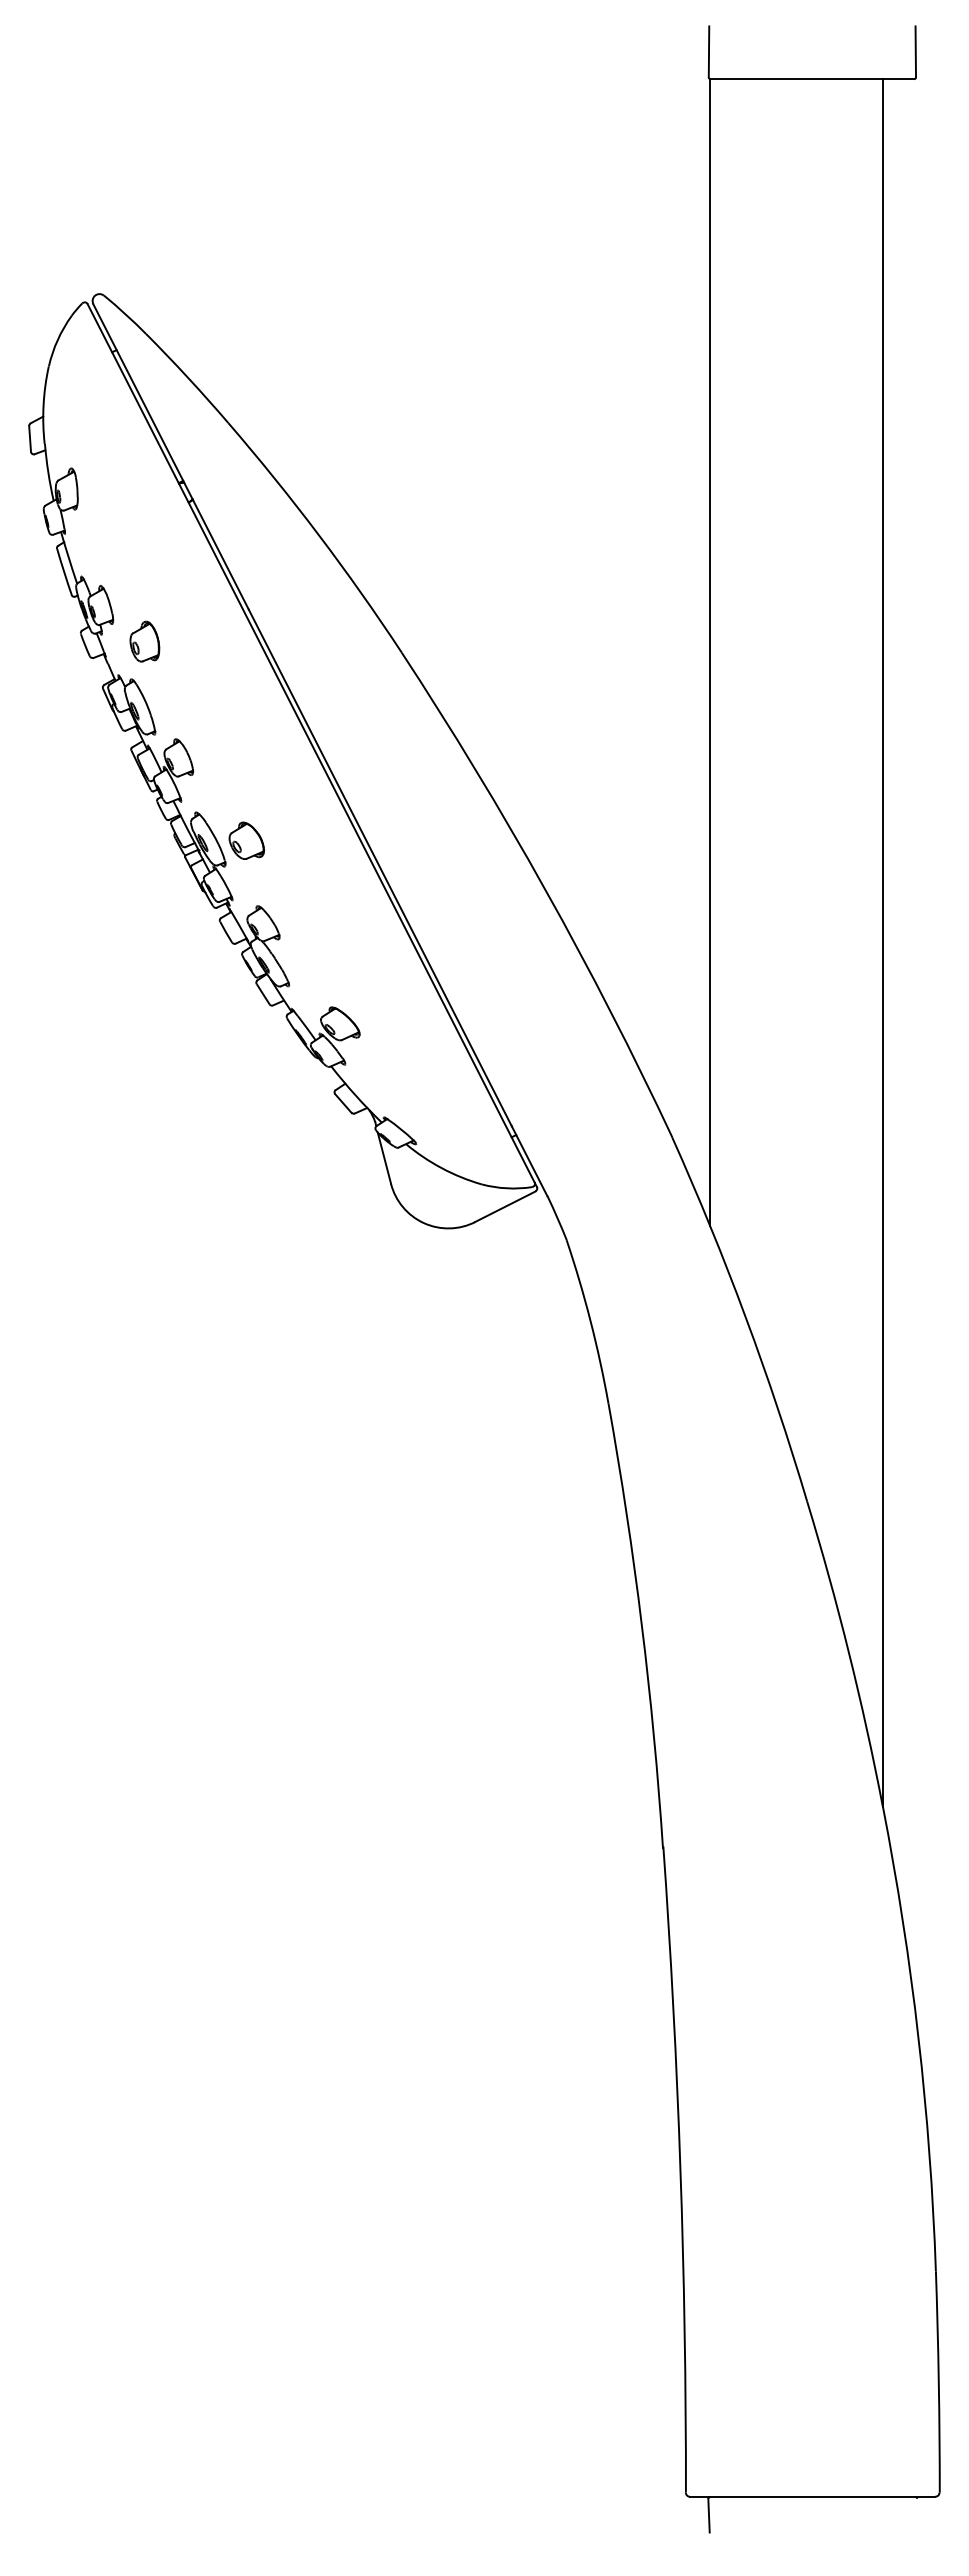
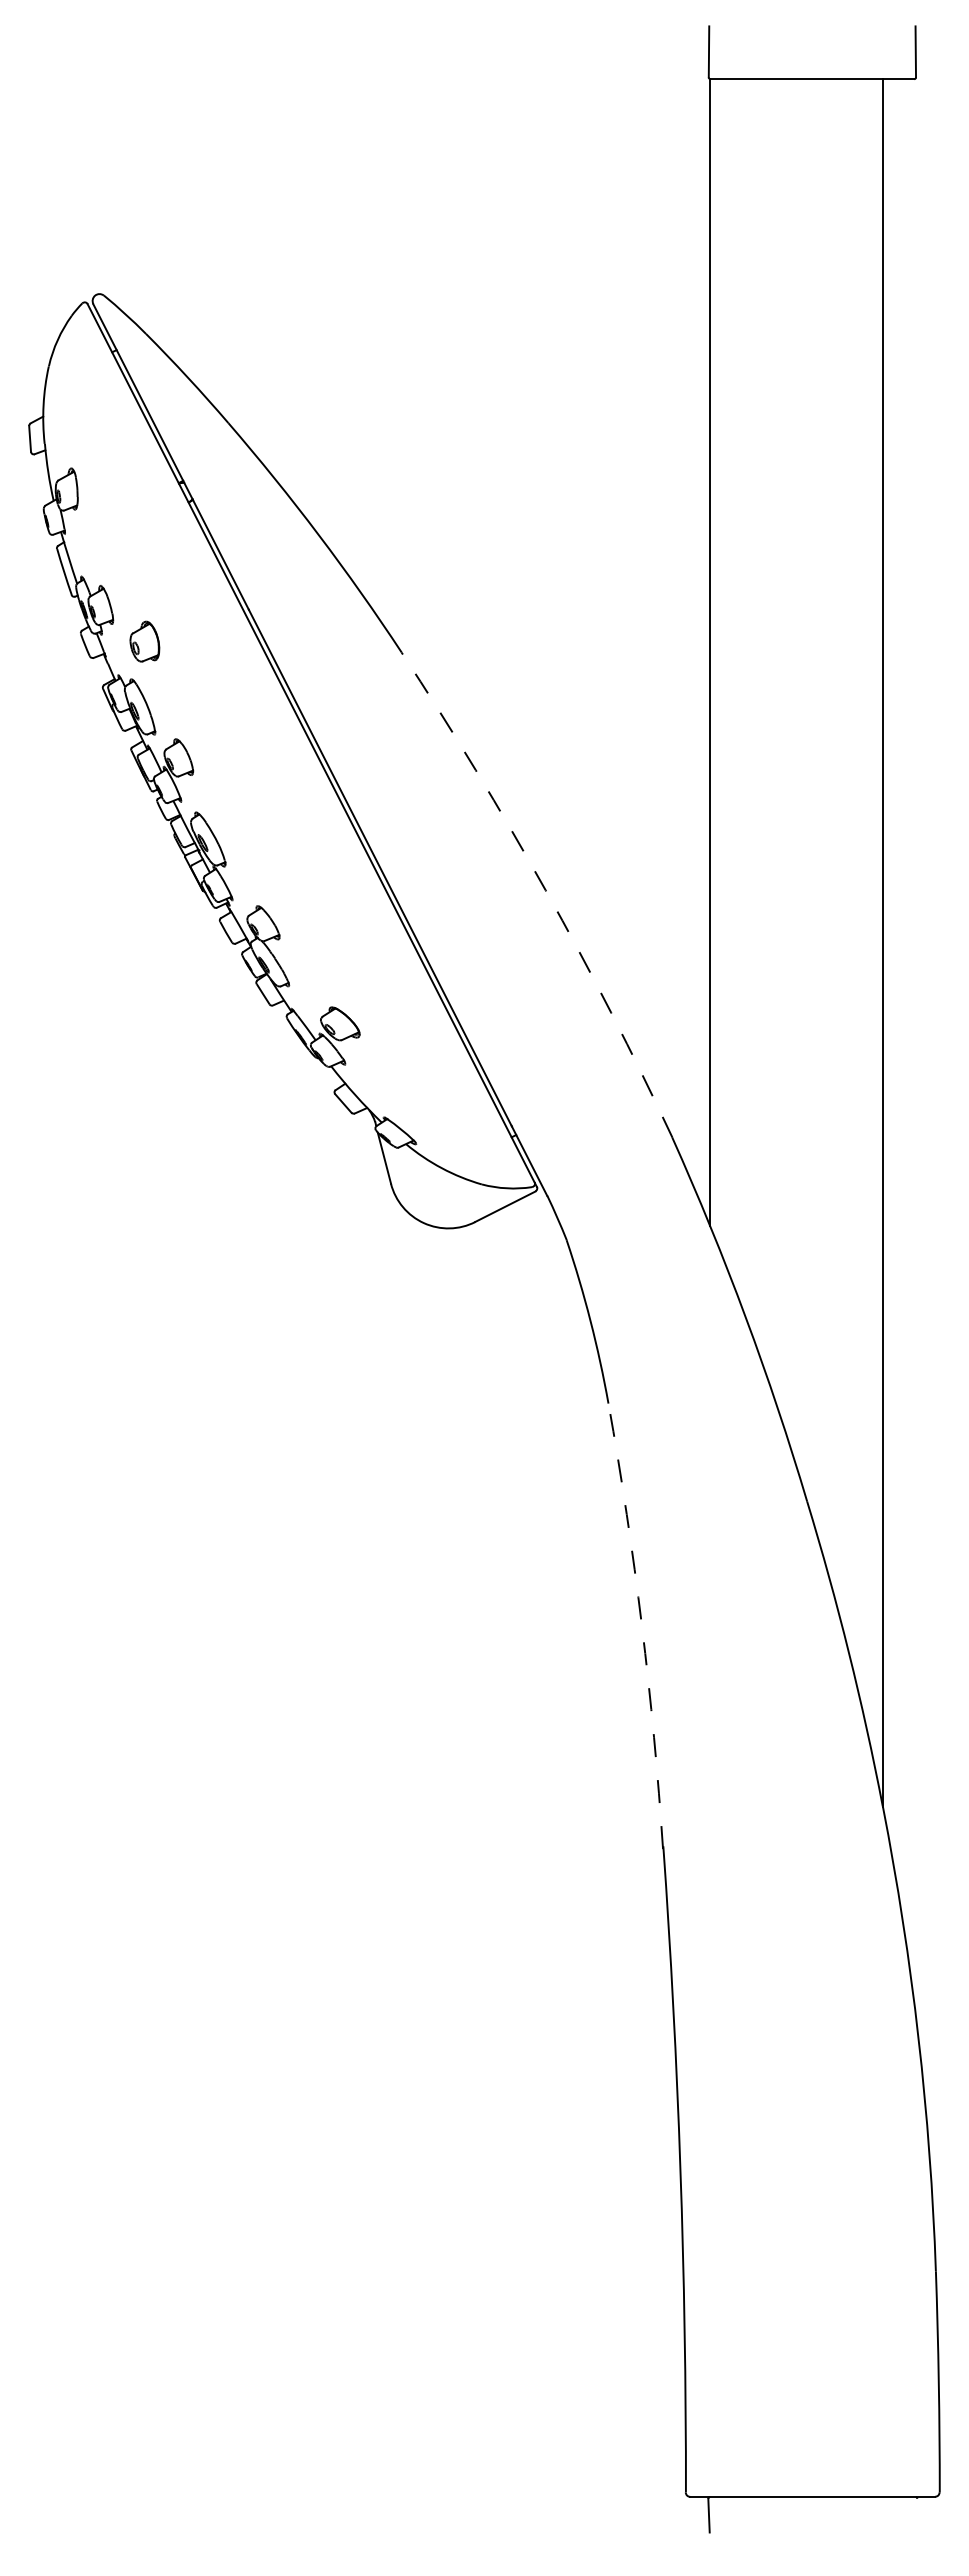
part at (246, 840): present -> none
arc at (545, 890): solid -> dashed
arc at (641, 1625): solid -> dashed
